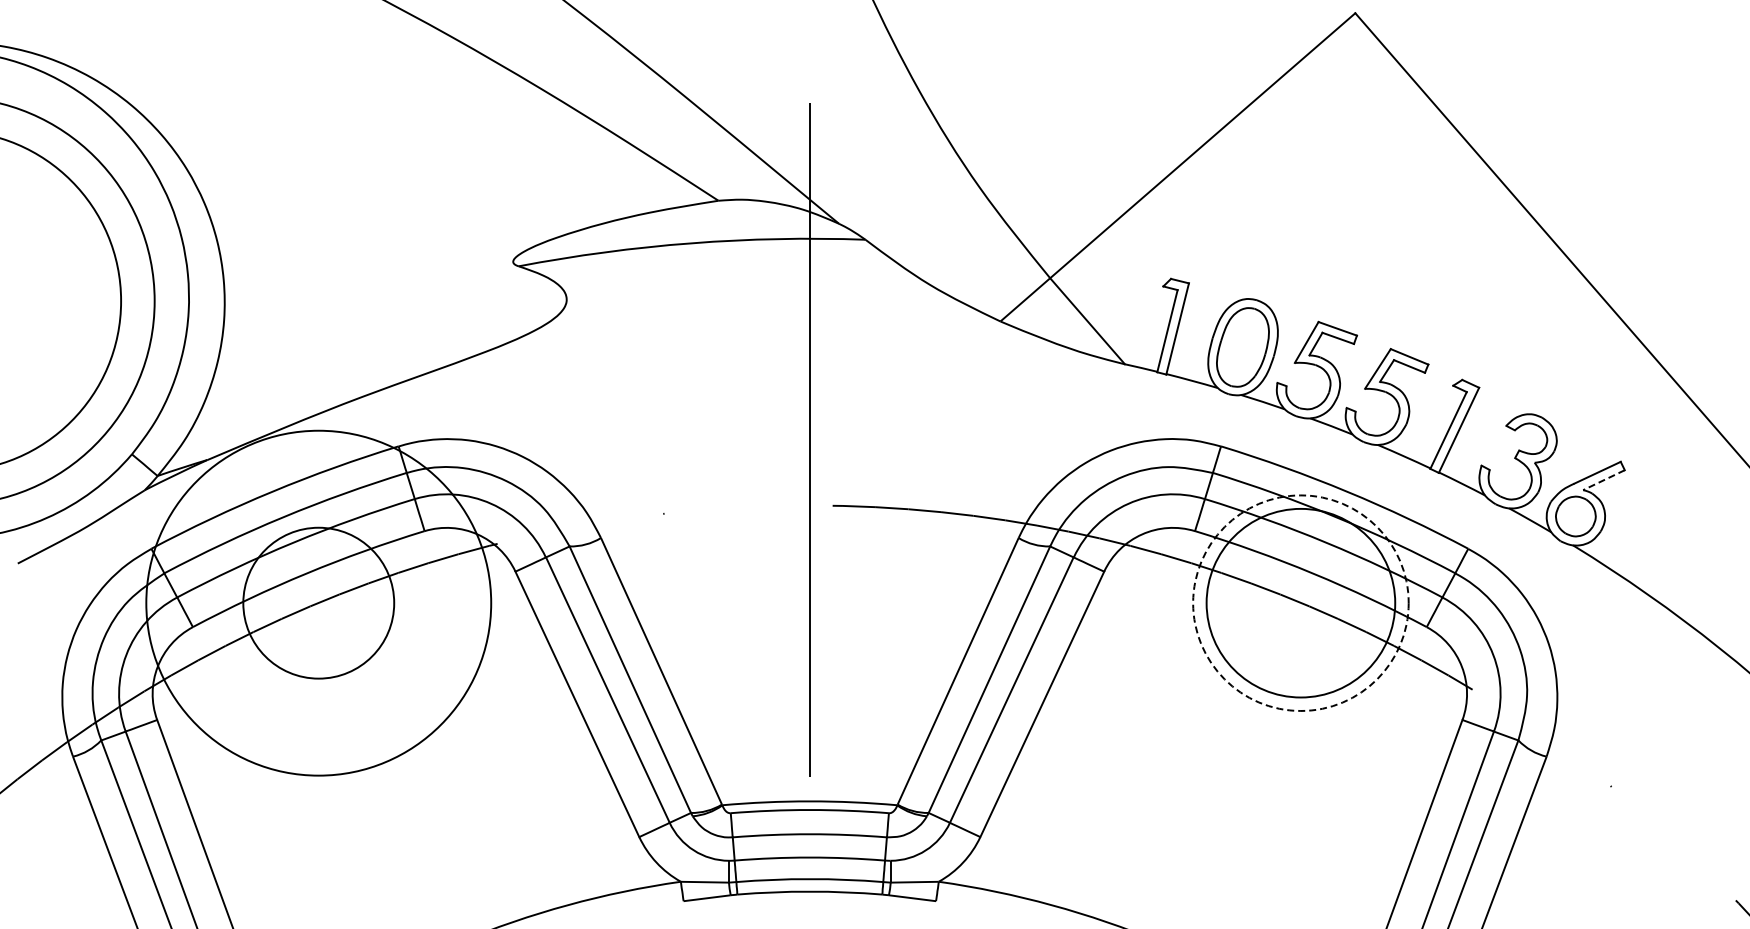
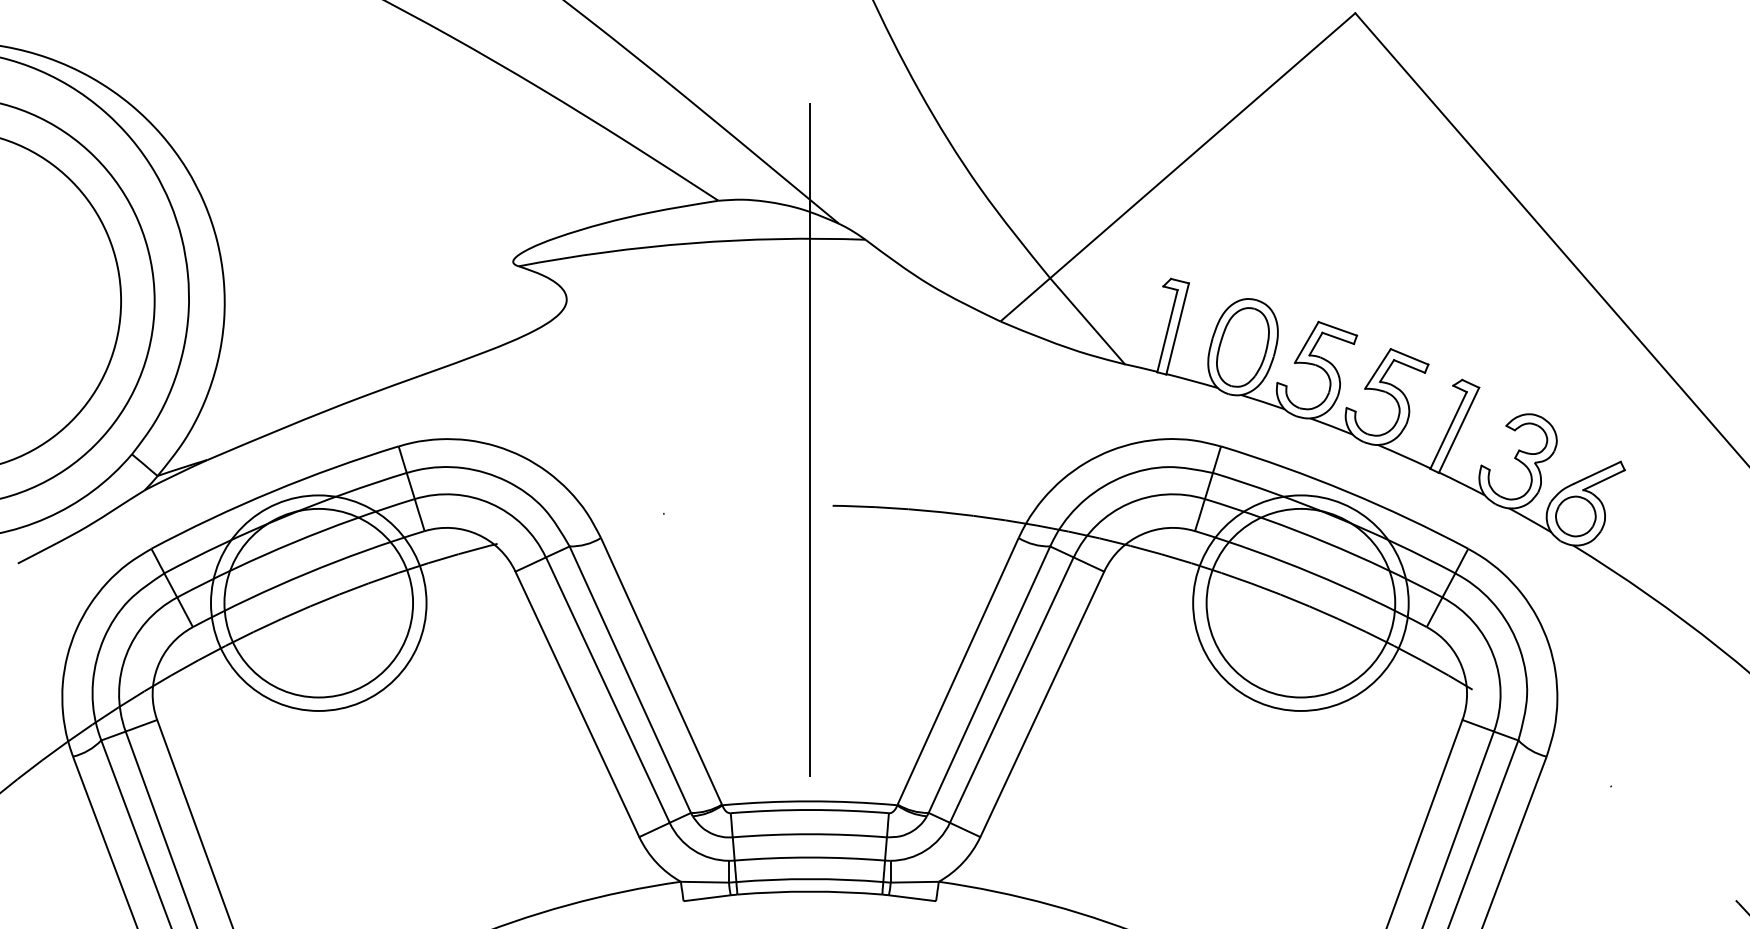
line at (1603, 480): dashed -> solid
circle at (318, 602) diameter: 151 px -> 189 px
circle at (318, 602) diameter: 345 px -> 216 px
circle at (1300, 602): dashed -> solid
